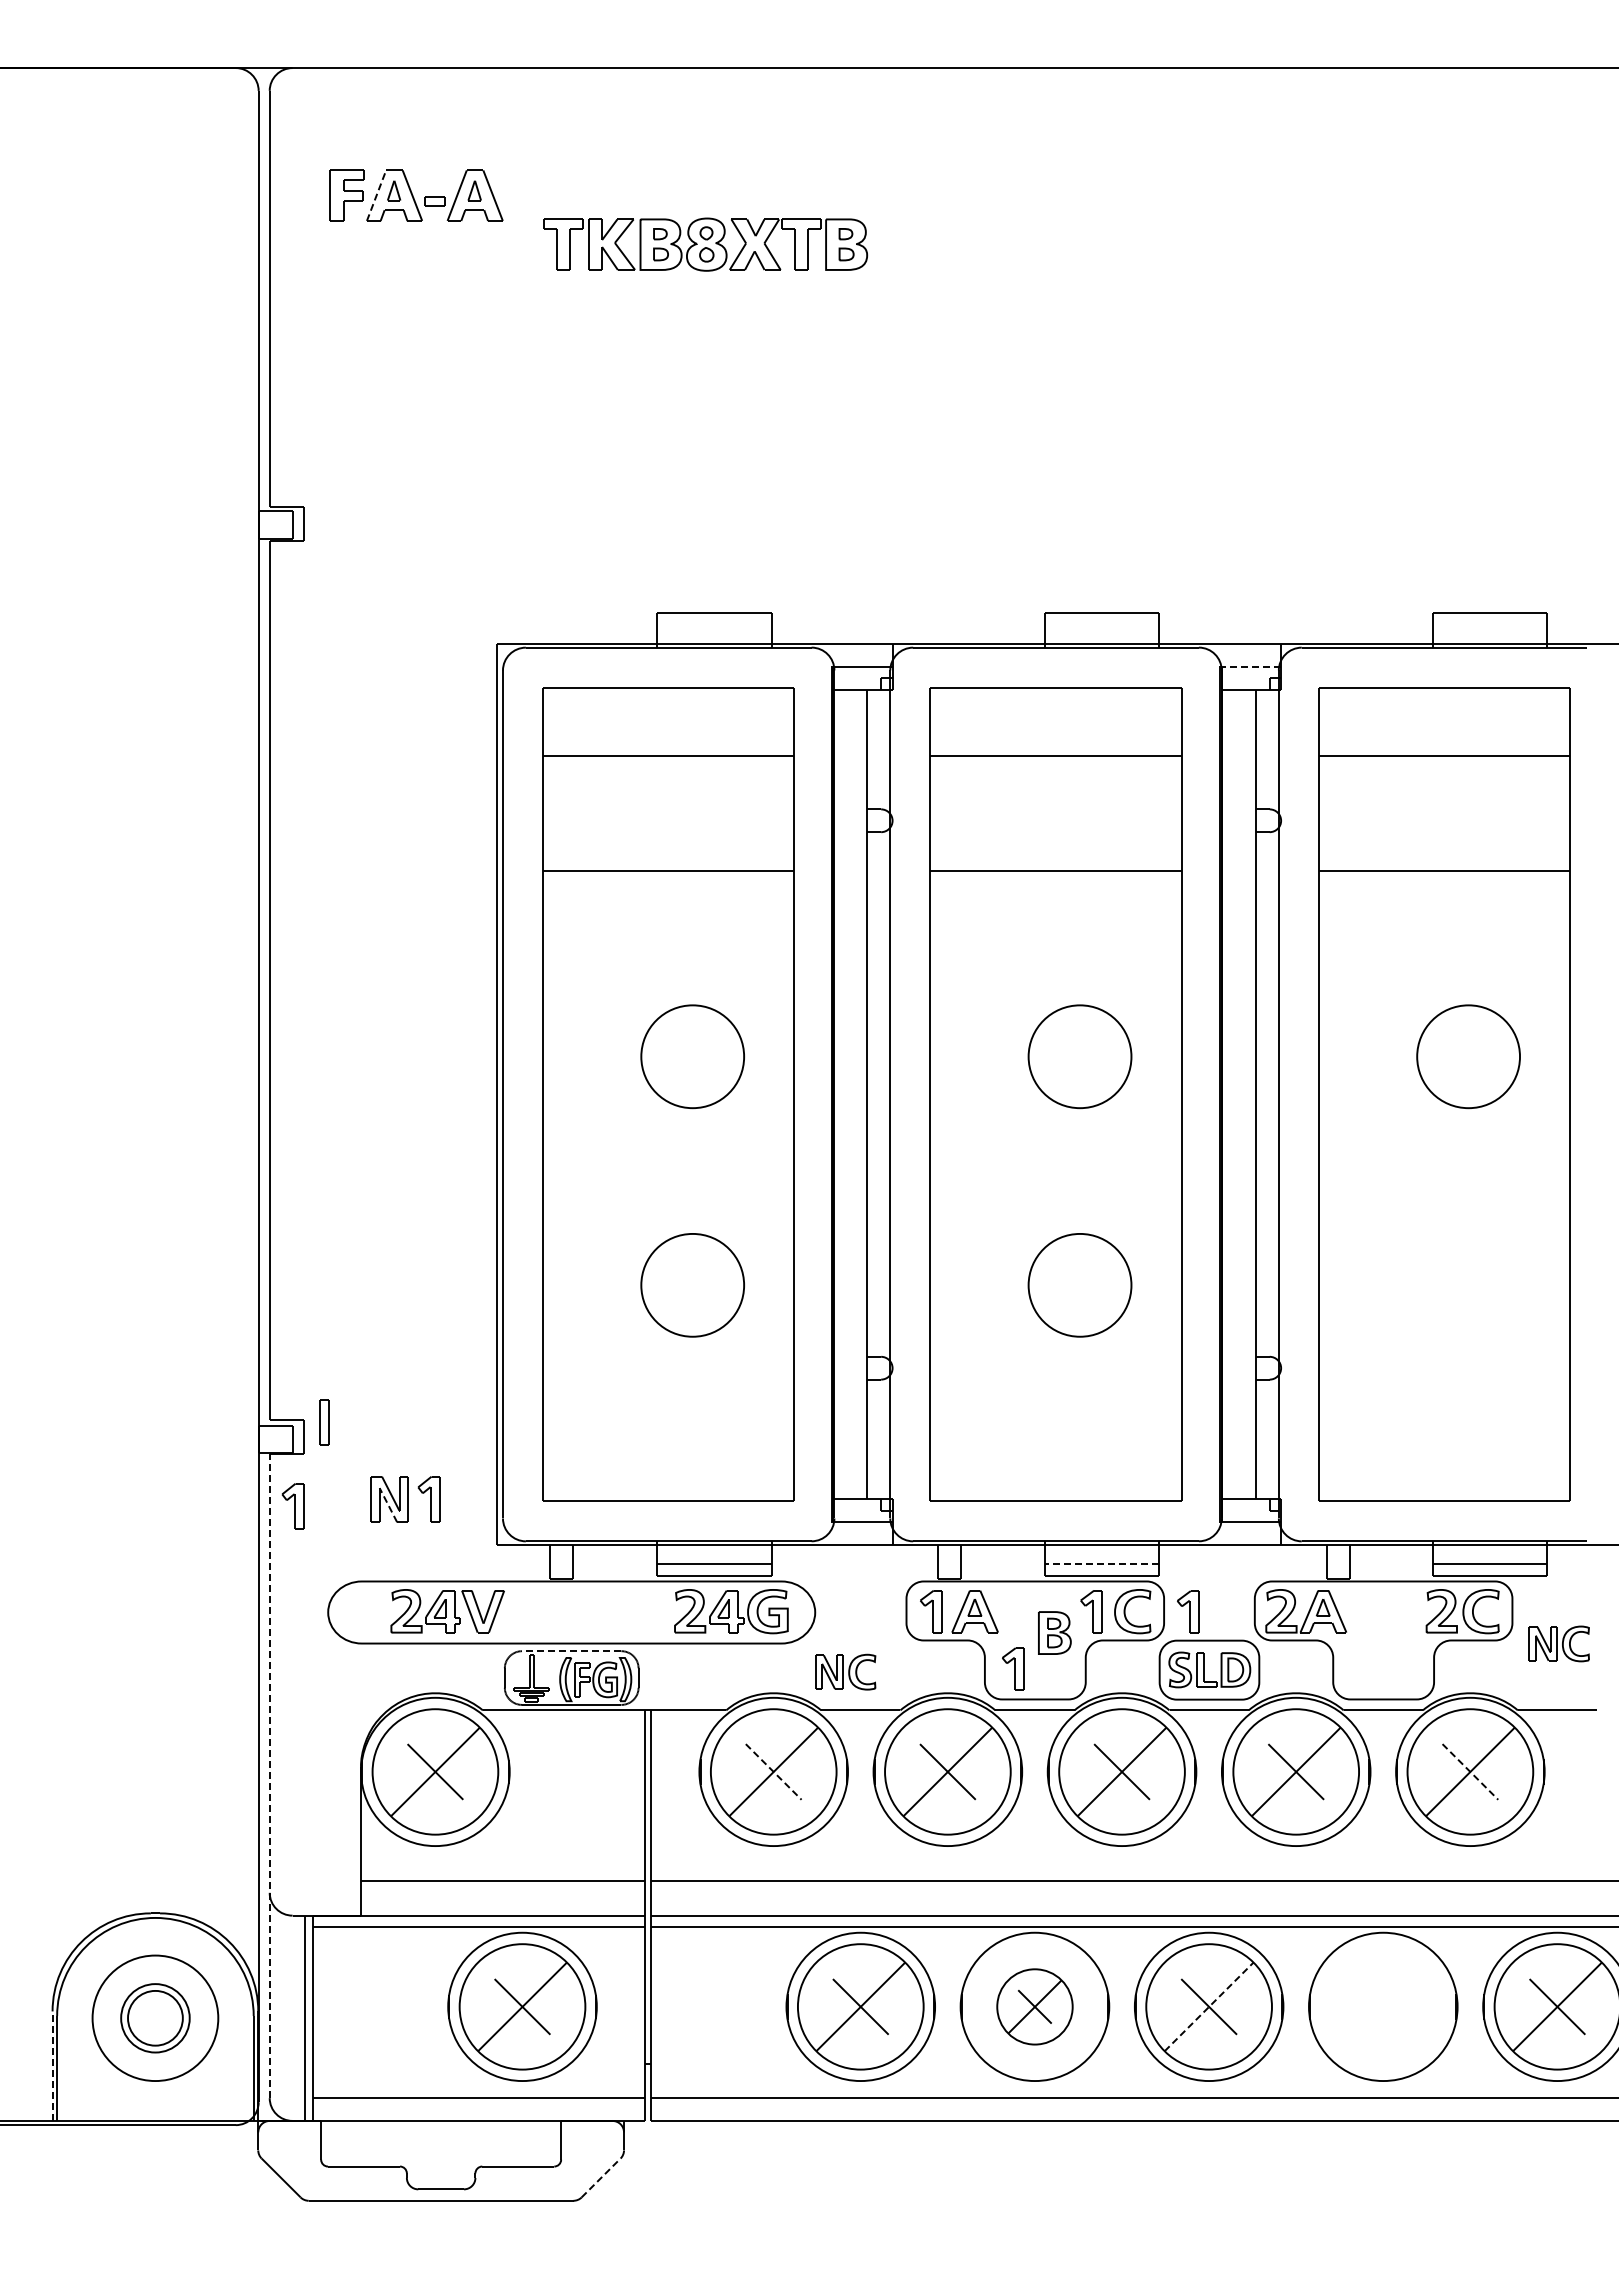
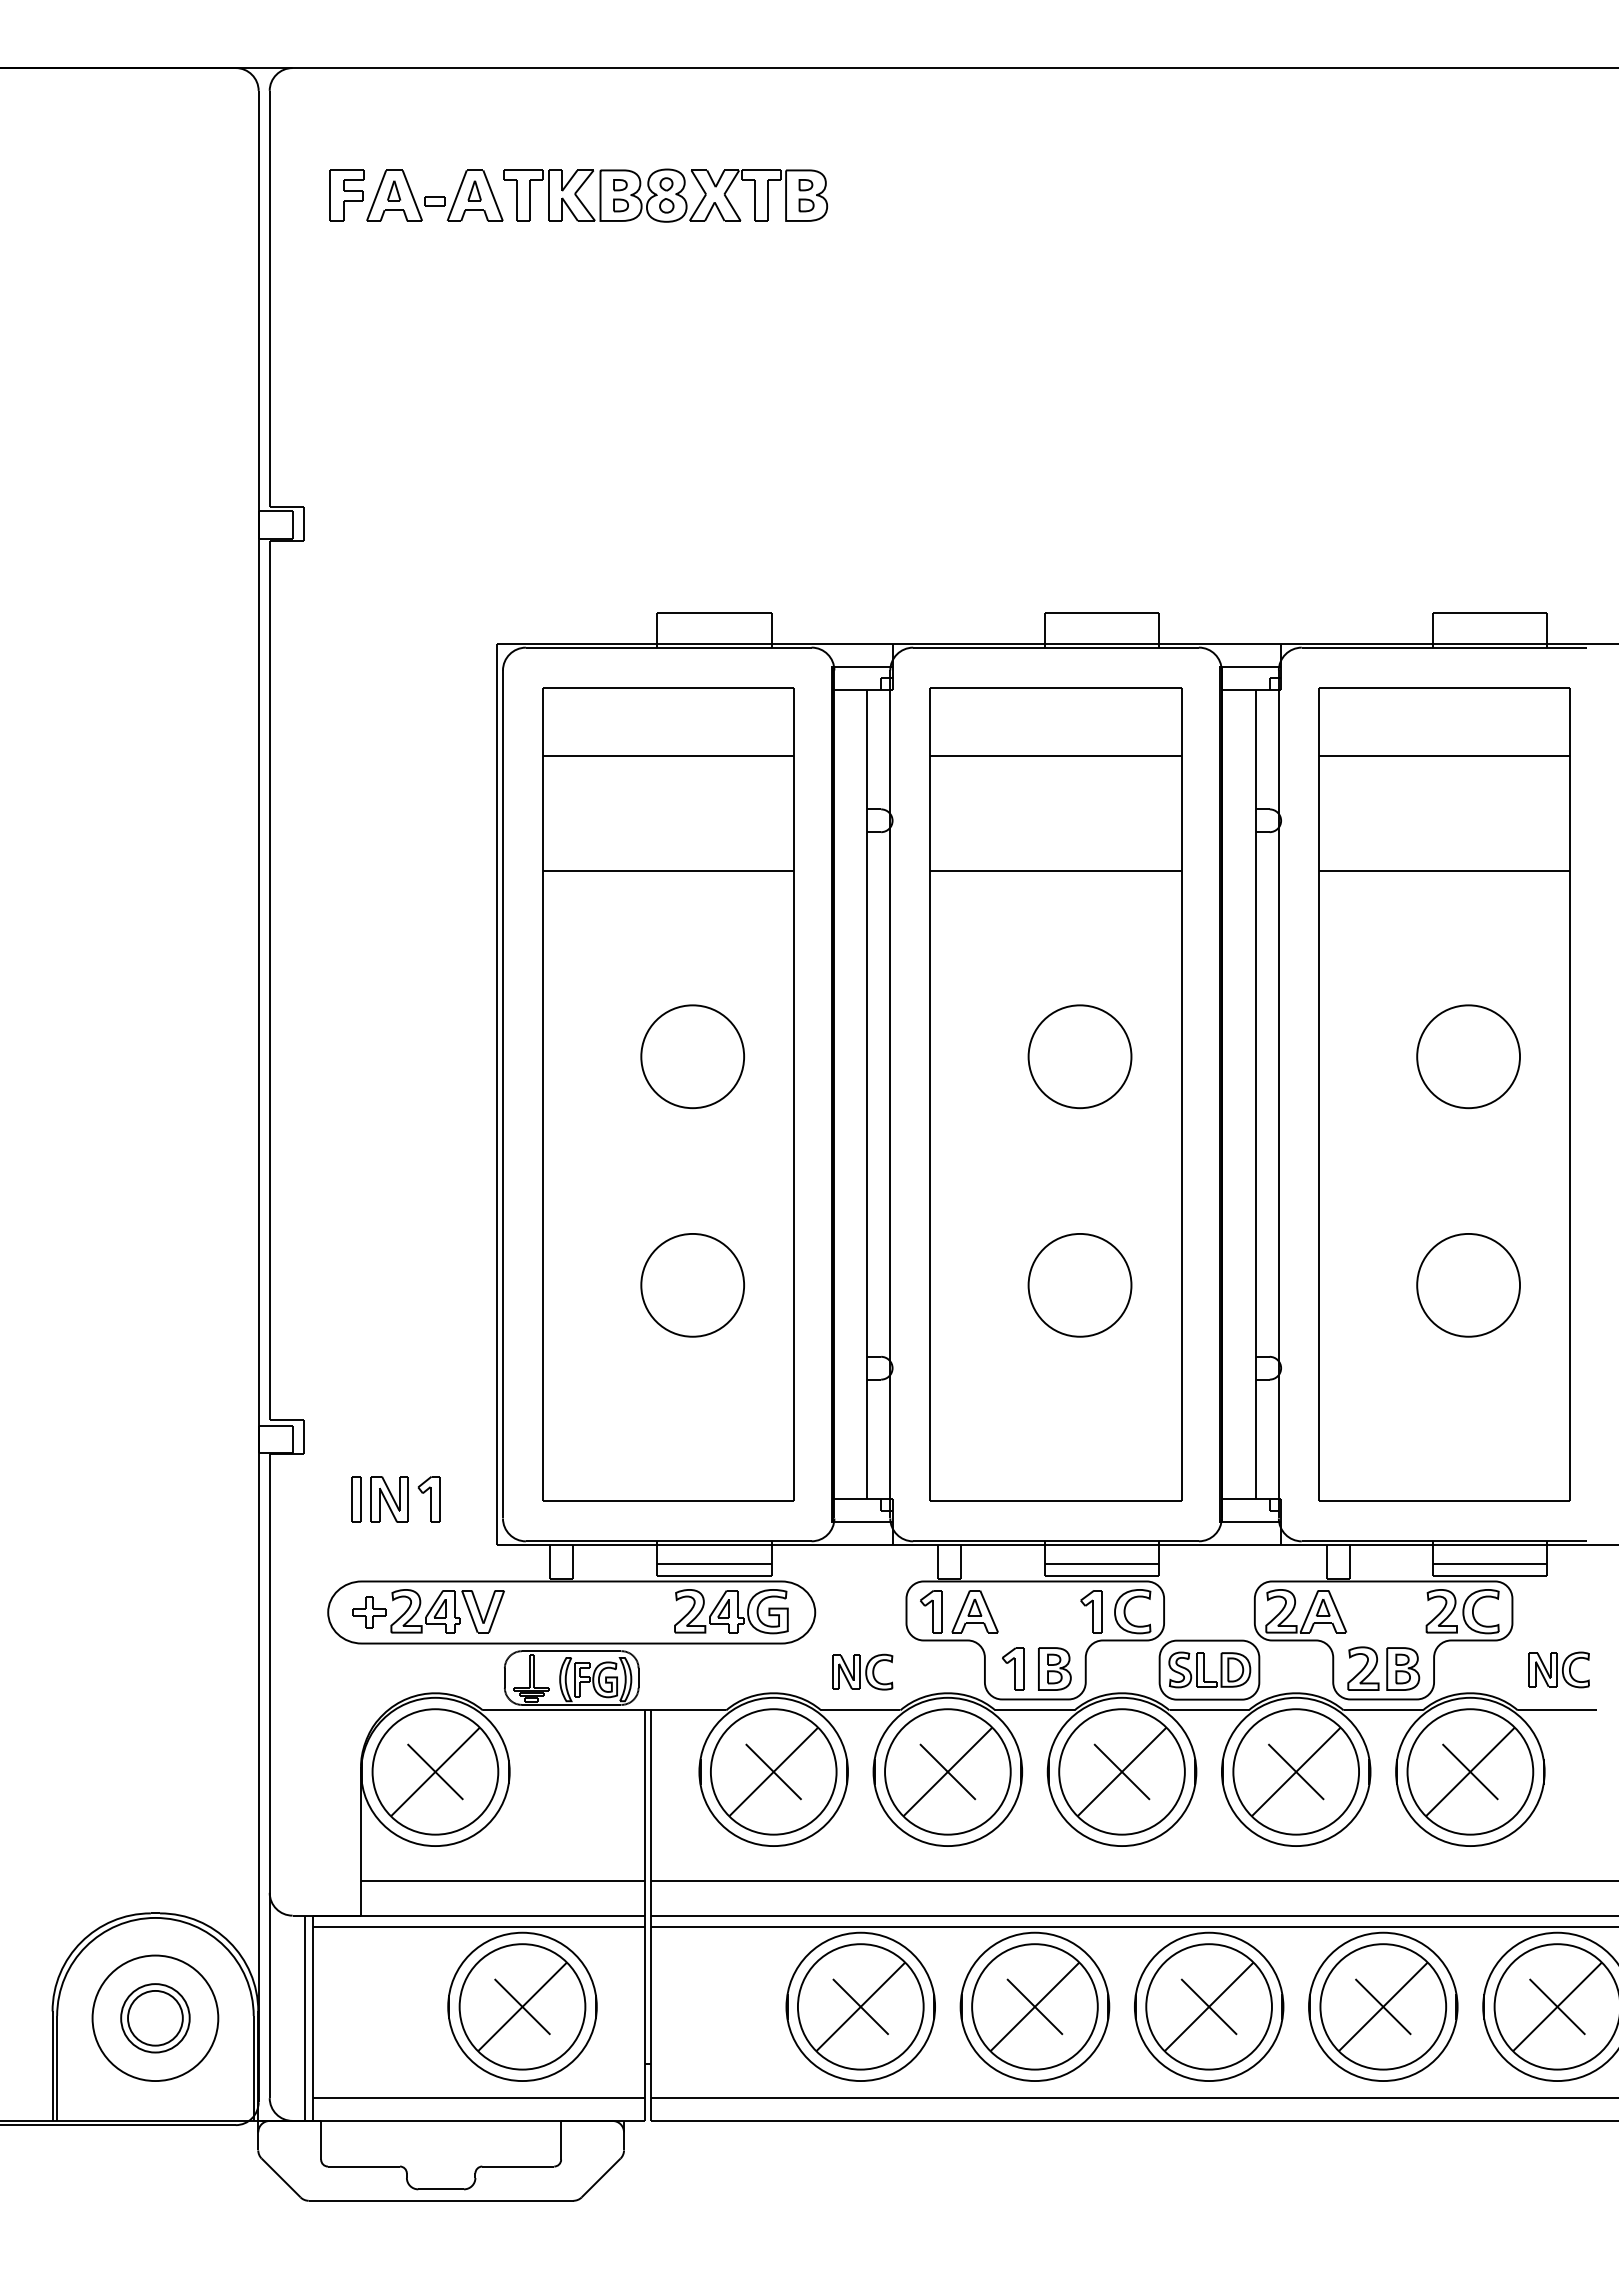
line at (376, 195): dashed -> solid
part at (705, 244) position: (705, 244) -> (665, 195)
line at (1251, 666): dashed -> solid
part at (1468, 1285): none -> present
part at (324, 1422) position: (324, 1422) -> (356, 1499)
line at (388, 1504): dashed -> solid
part at (292, 1506): present -> none
line at (1101, 1564): dashed -> solid
part at (1188, 1611): present -> none
part at (369, 1612): none -> present
part at (1054, 1632) position: (1054, 1632) -> (1054, 1668)
part at (1558, 1643) position: (1558, 1643) -> (1558, 1669)
line at (571, 1651): dashed -> solid
part at (1383, 1668): none -> present
part at (845, 1671) position: (845, 1671) -> (862, 1671)
line at (774, 1772): dashed -> solid
line at (1470, 1772): dashed -> solid
line at (269, 1775): dashed -> solid
part at (1034, 2006) size: 78x78 px -> 128x128 px
line at (1209, 2006): dashed -> solid
part at (1383, 2006): none -> present
line at (52, 2066): dashed -> solid
line at (601, 2177): dashed -> solid
